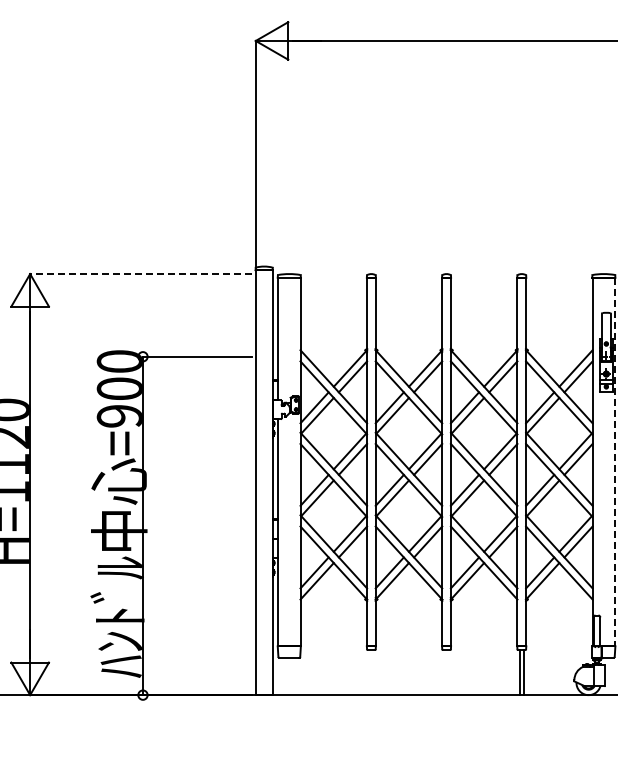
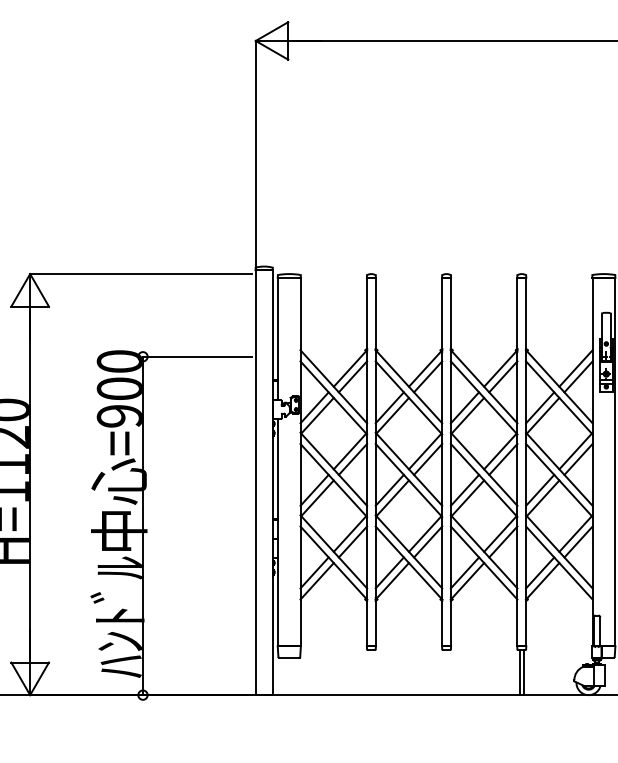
line at (140, 274): dashed -> solid
line at (615, 462): dashed -> solid
